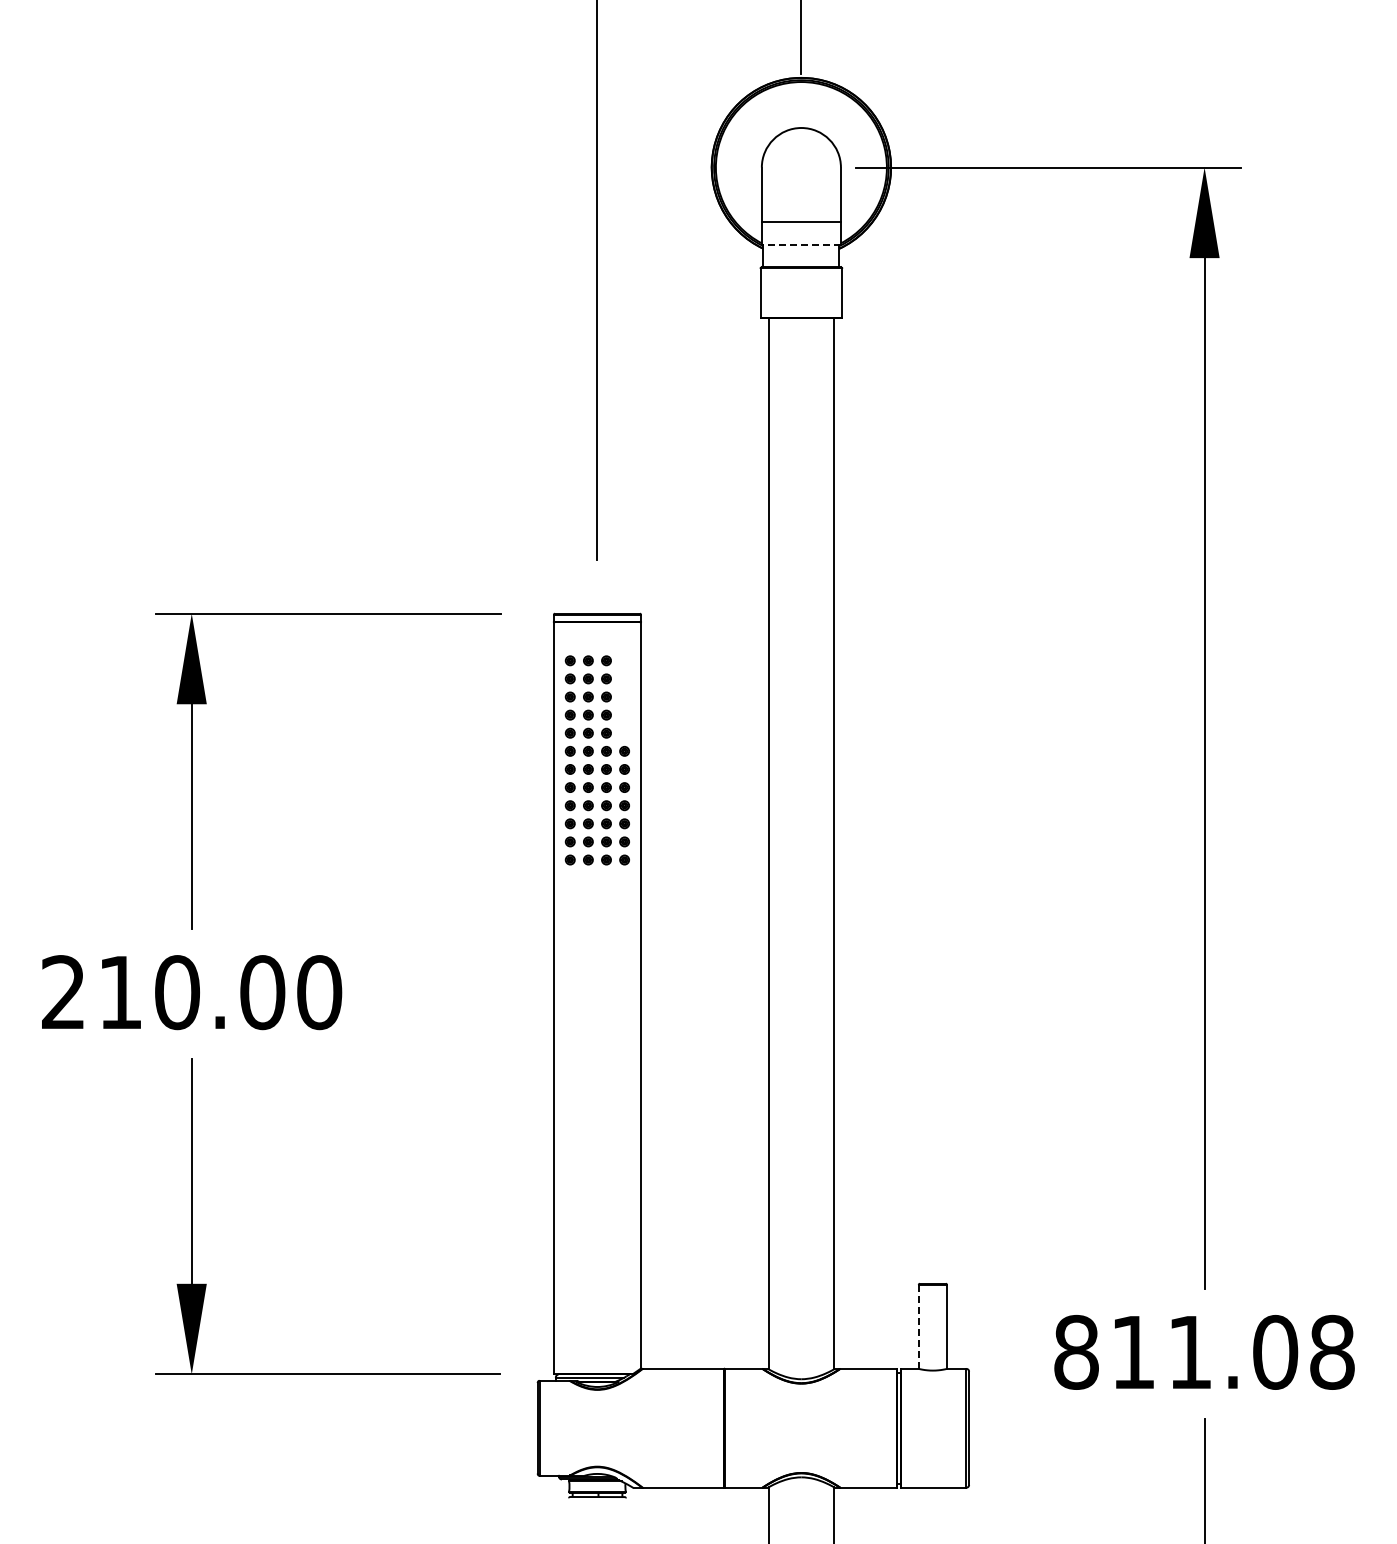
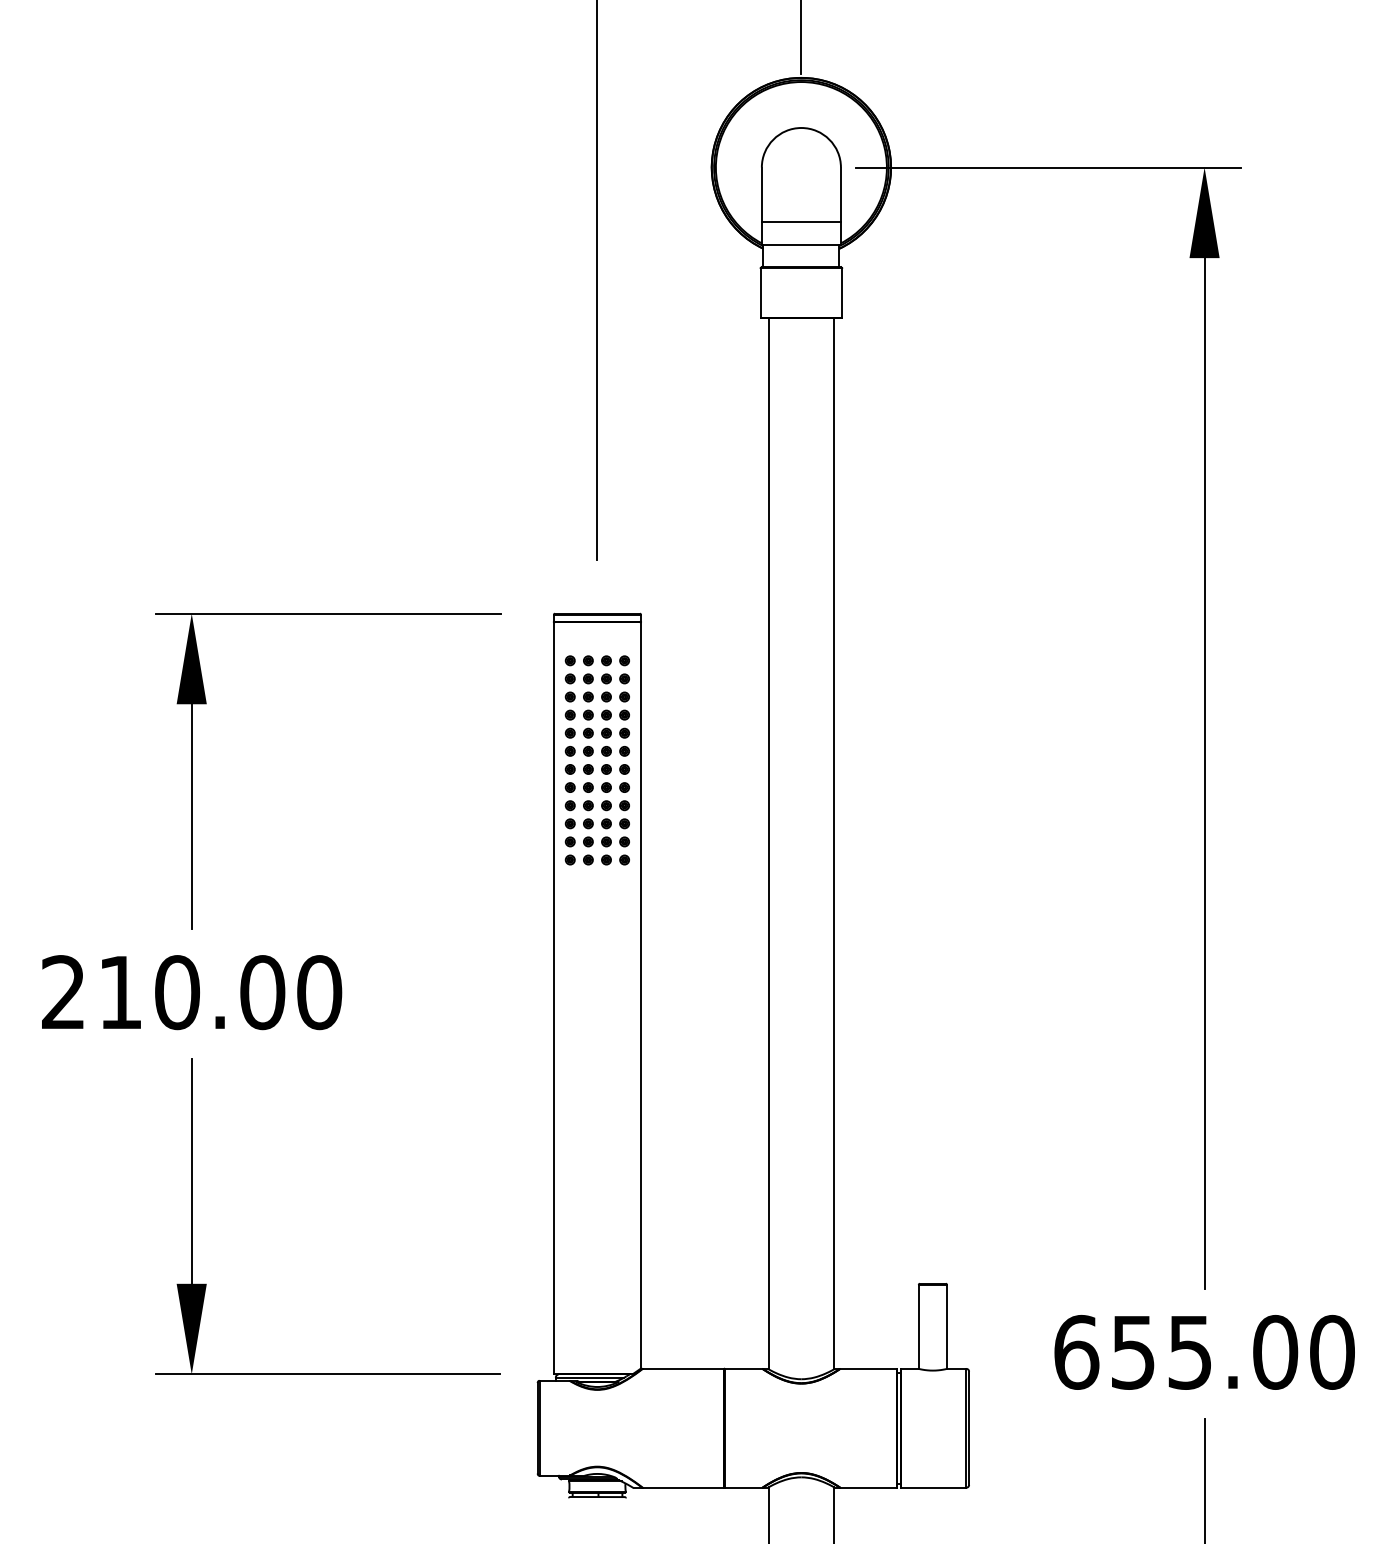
line at (801, 245): dashed -> solid
part at (624, 696): none -> present
line at (918, 1327): dashed -> solid
text at (1204, 1351): 811.08 -> 655.00
